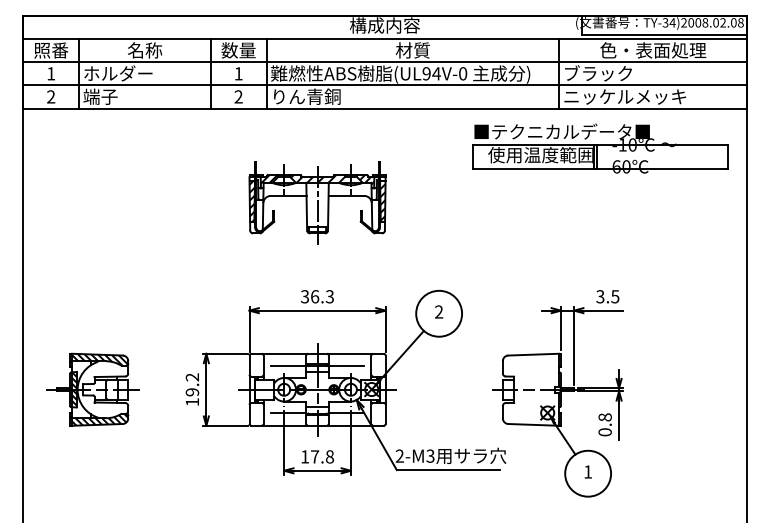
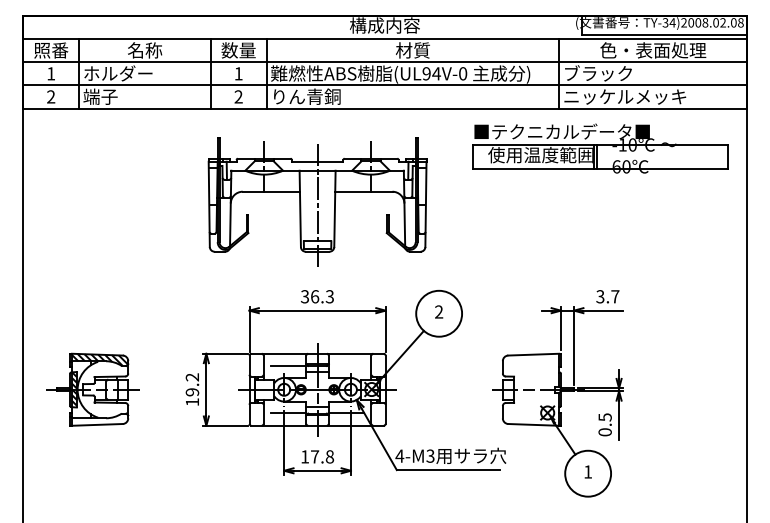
part at (317, 202) size: 139x84 px -> 221x130 px
text at (615, 296): 3.5 -> 3.7
line at (346, 366): present -> none
text at (604, 417): 0.8 -> 0.5
hatch at (100, 419): present -> none
text at (399, 455): 2-M3 -> 4-M3
